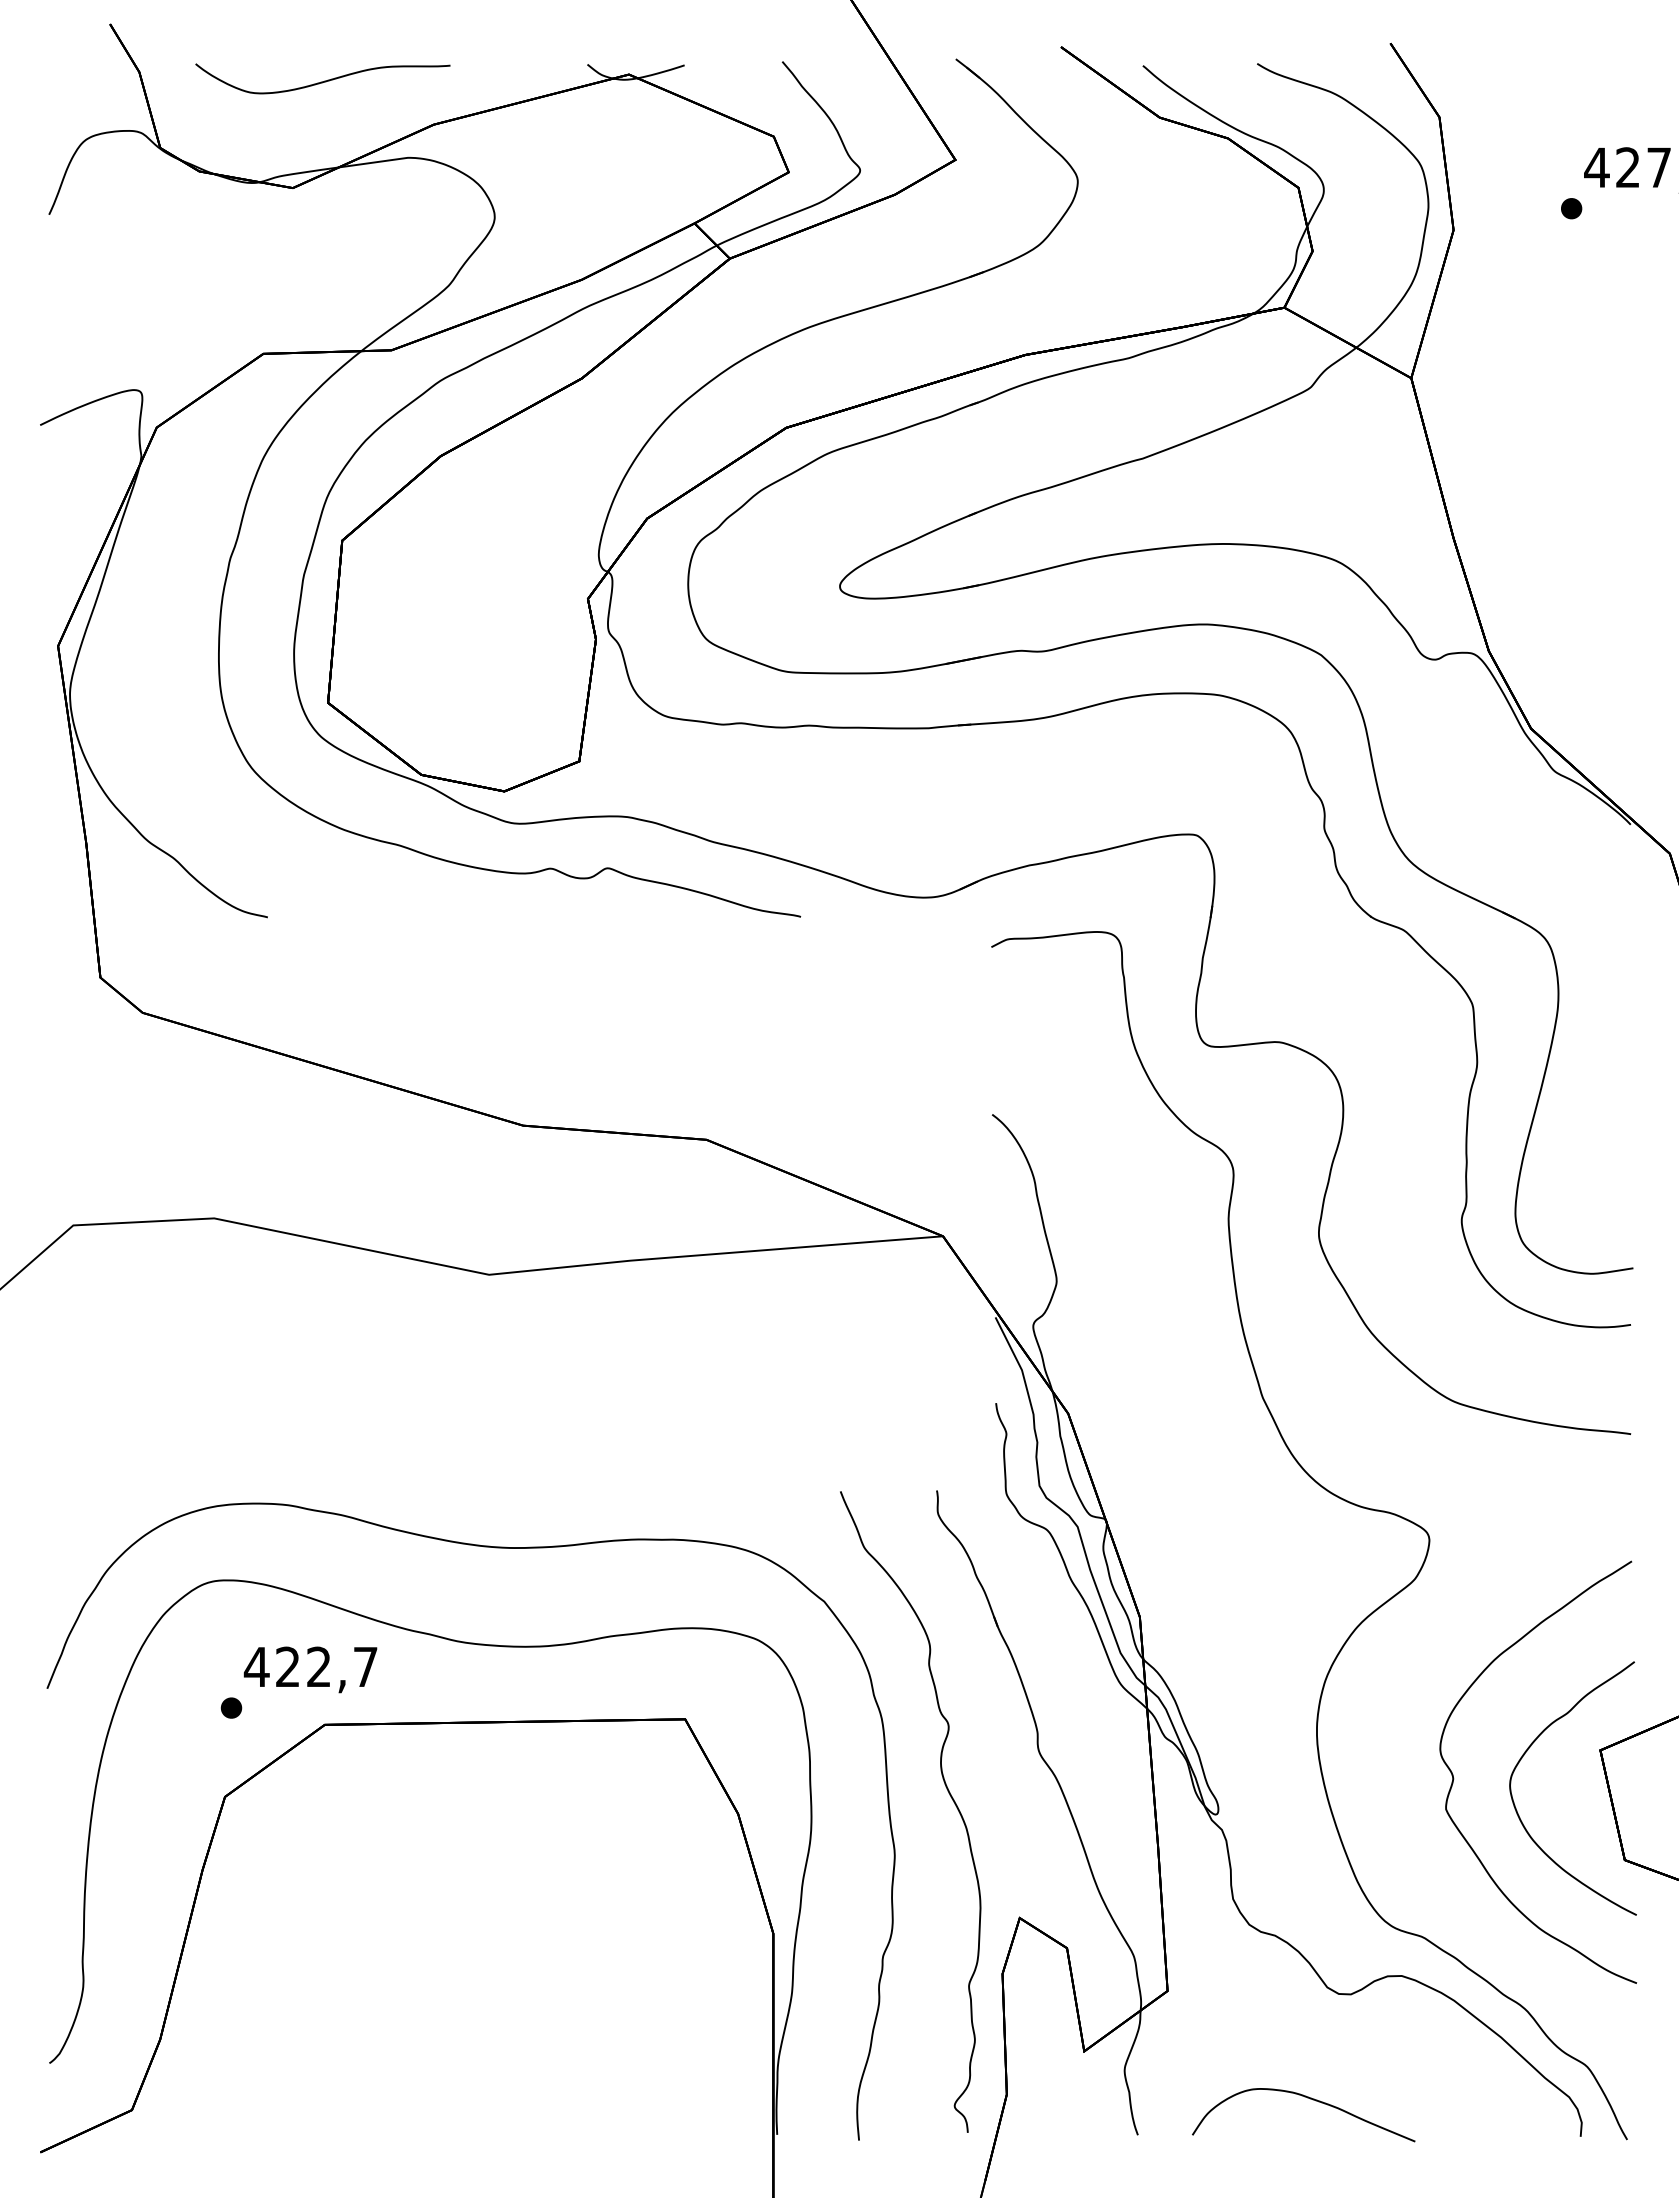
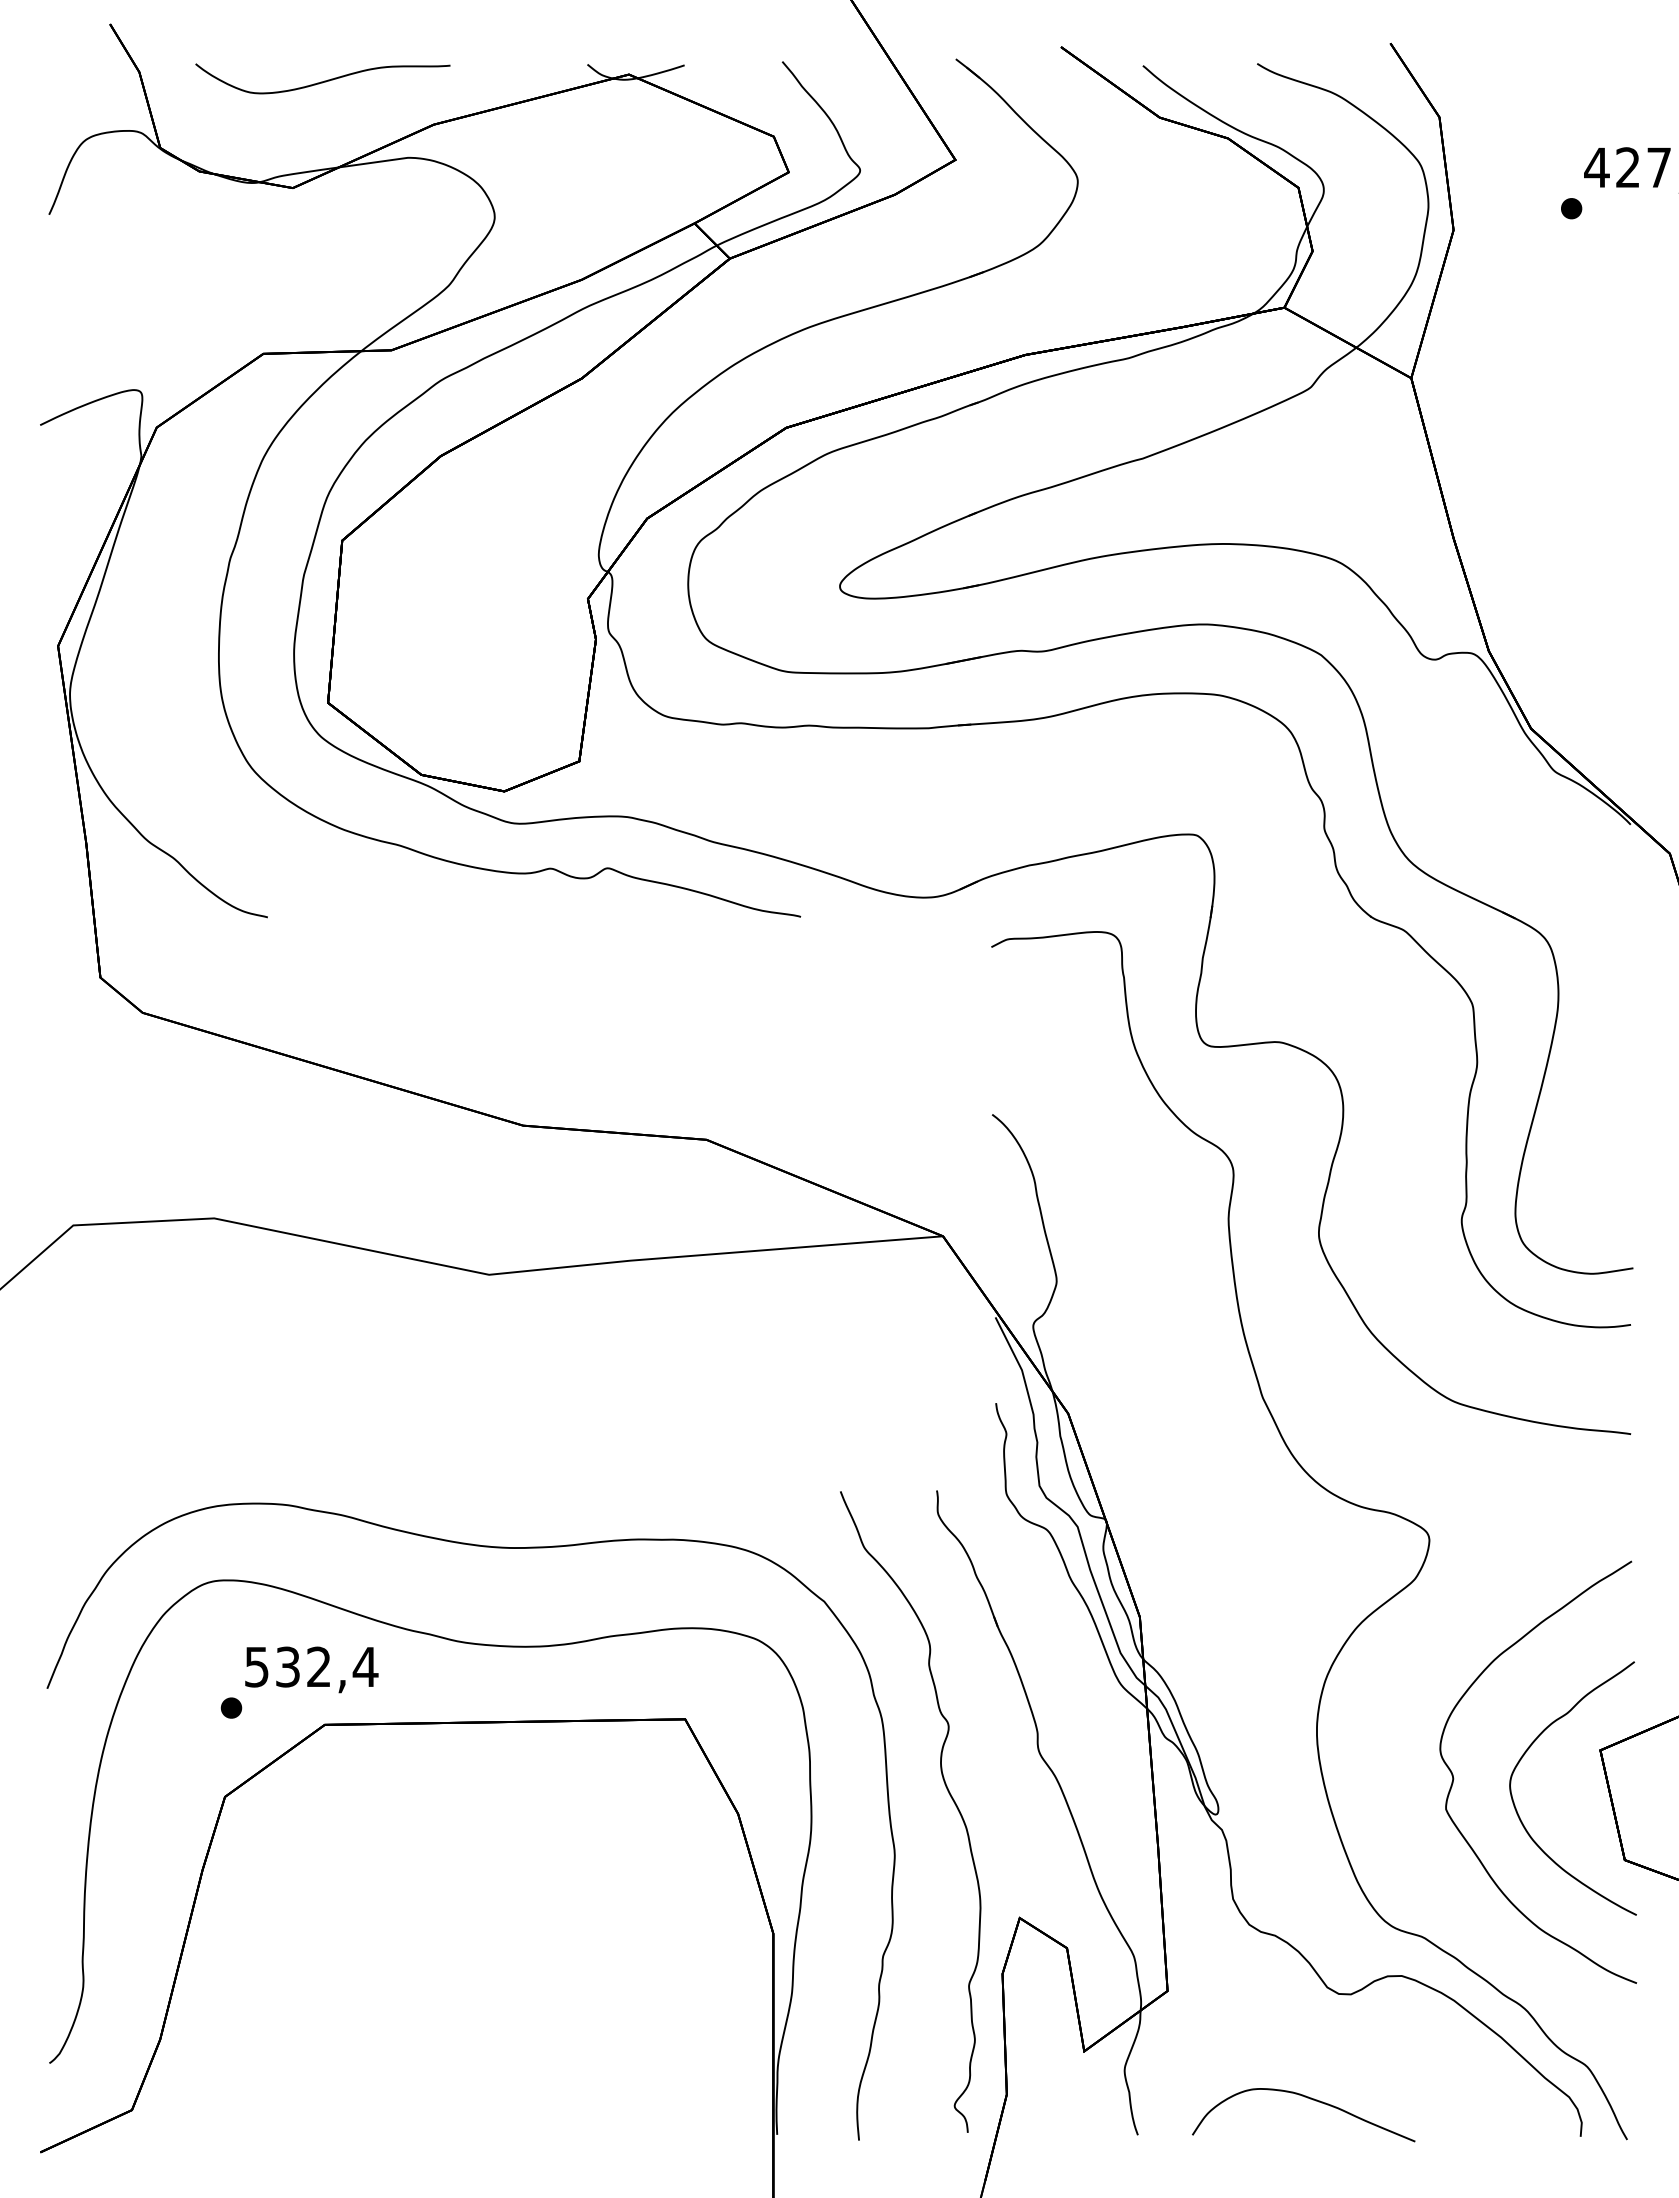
text at (310, 1666): 422,7 -> 532,4
